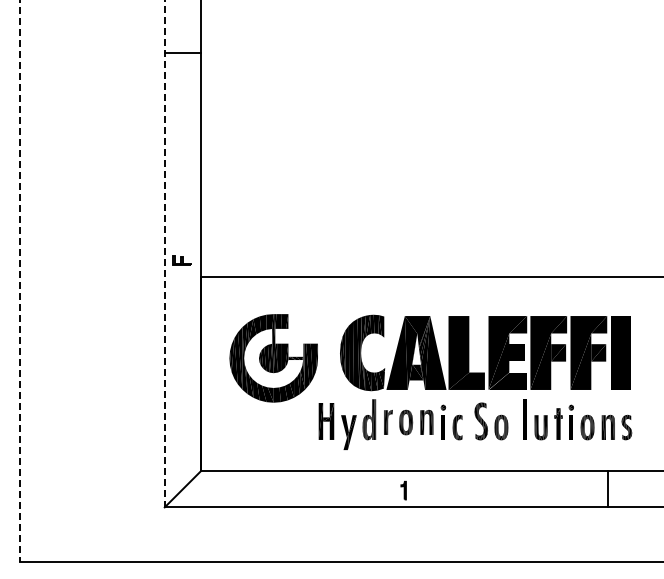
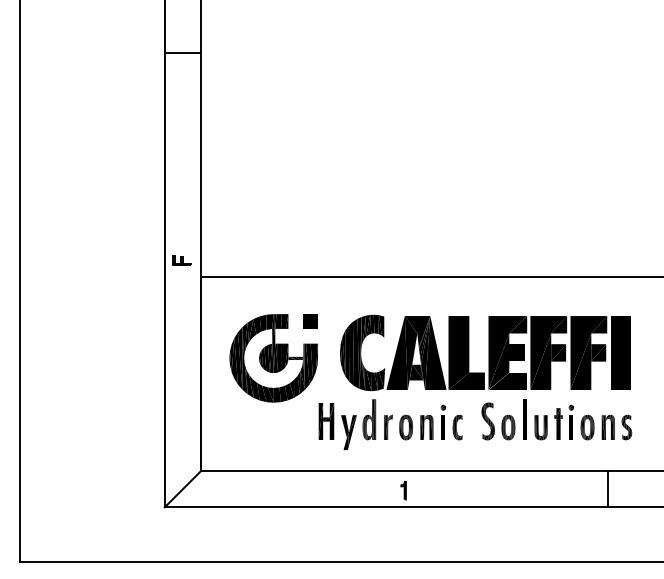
line at (164, 254): dashed -> solid
line at (19, 281): dashed -> solid
part at (310, 321): none -> present
part at (491, 421) position: (491, 421) -> (498, 421)
part at (408, 422) position: (408, 422) -> (408, 427)
